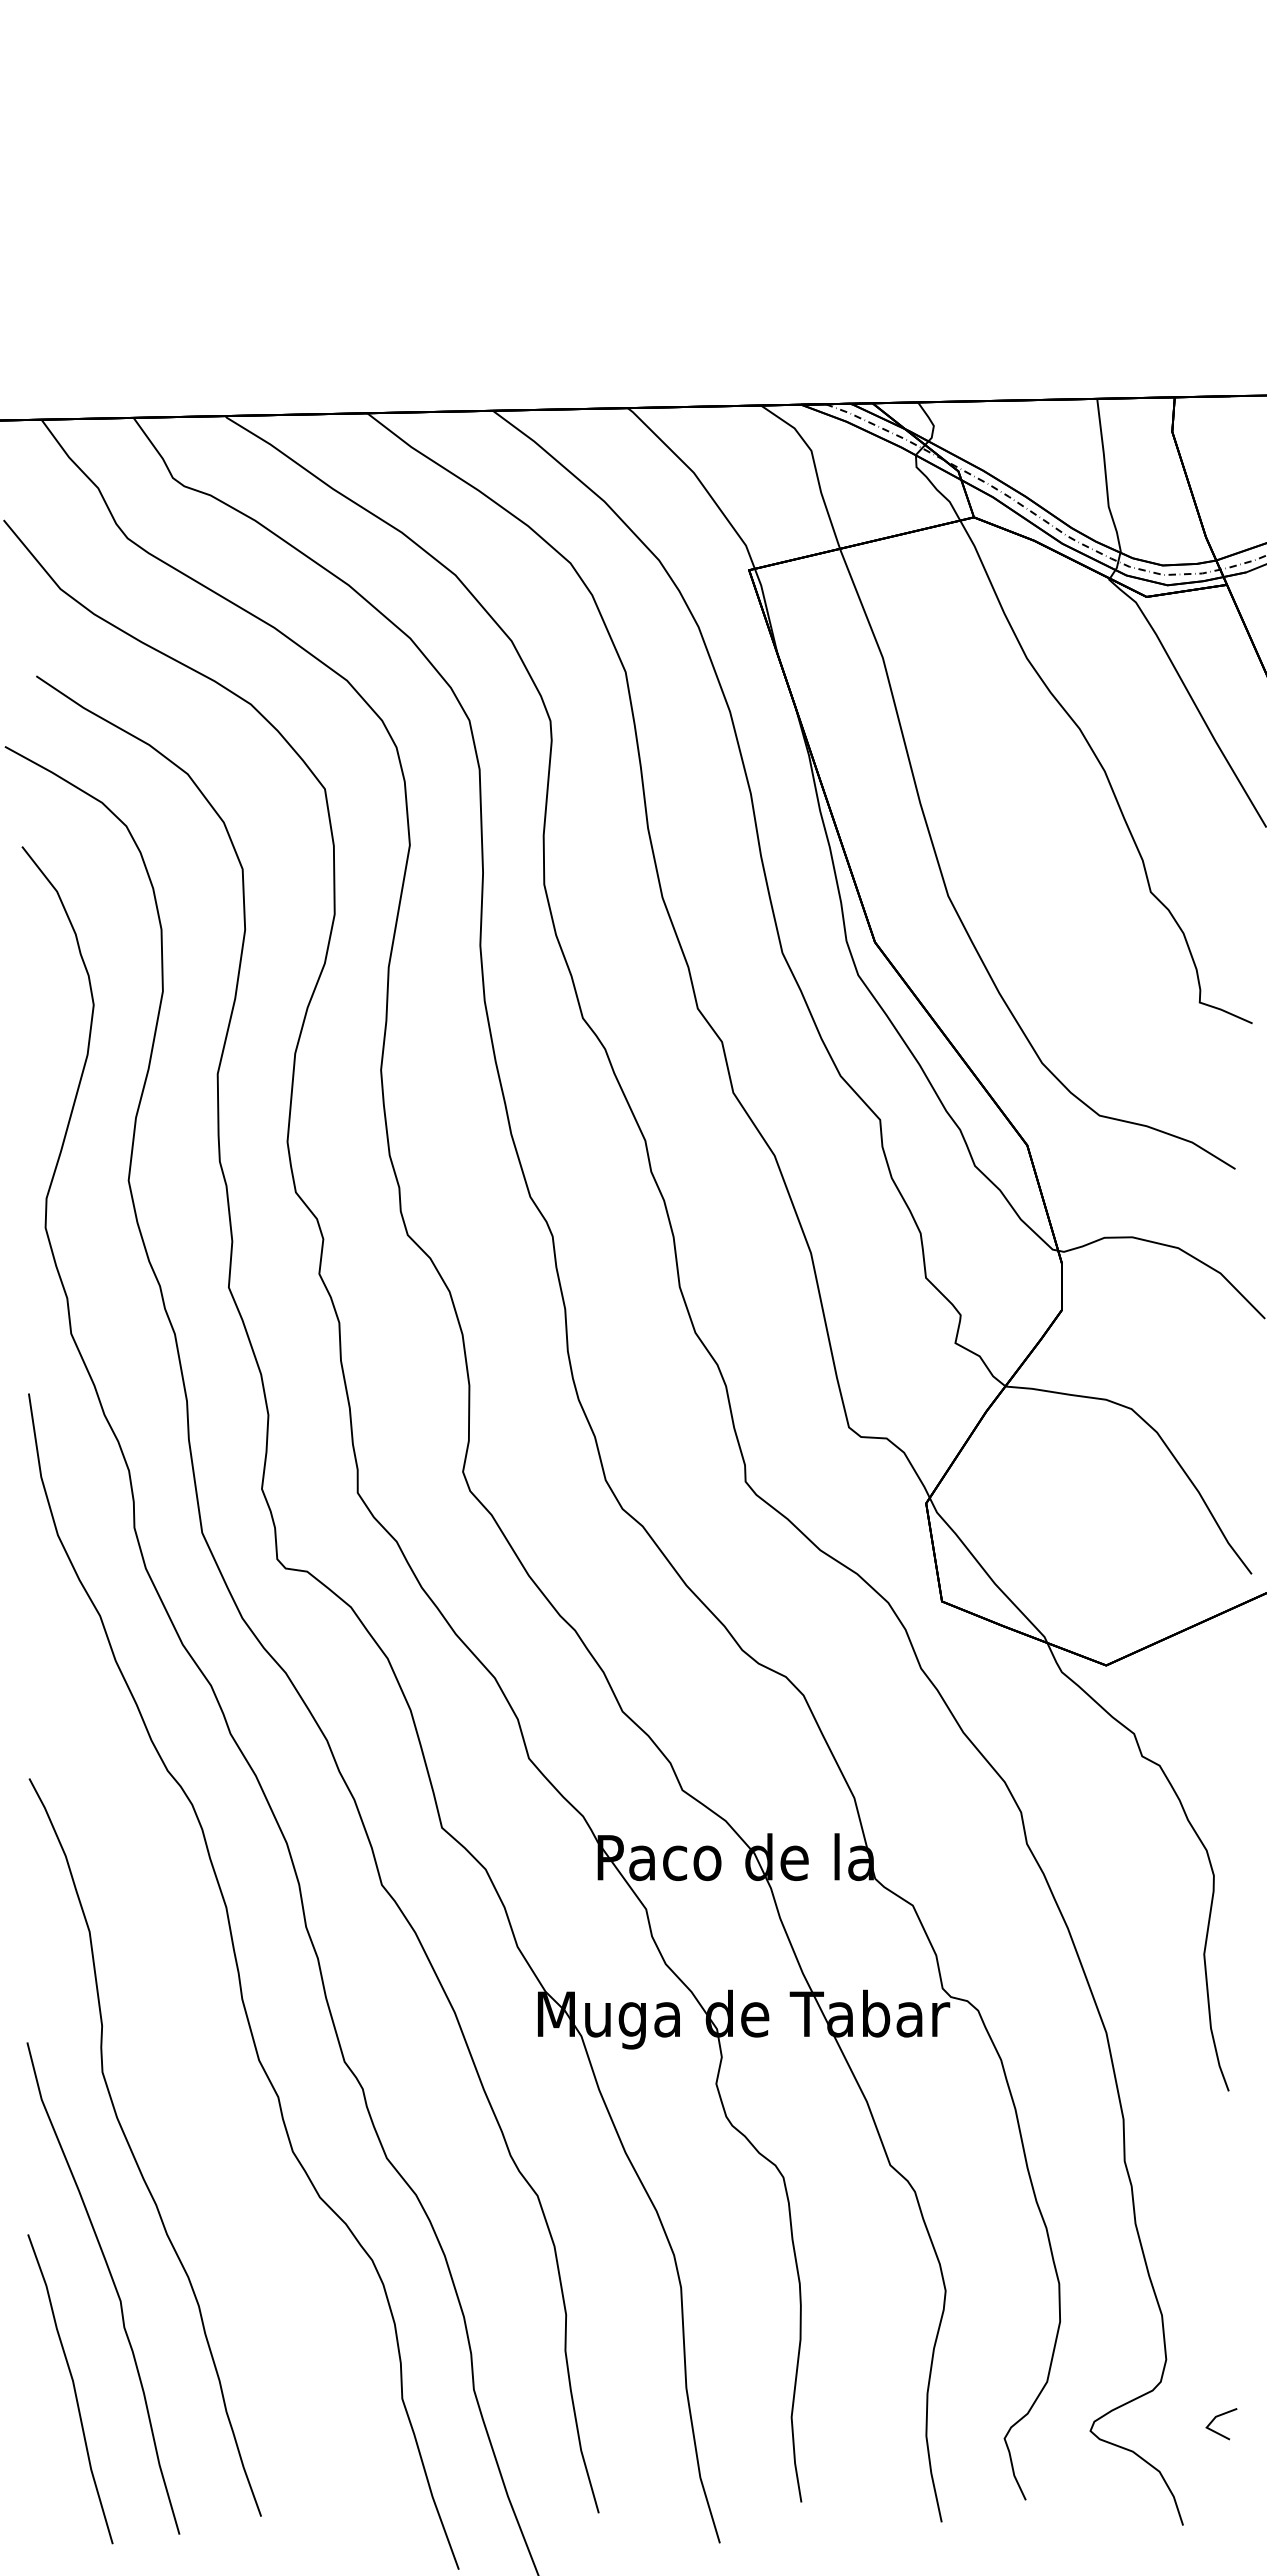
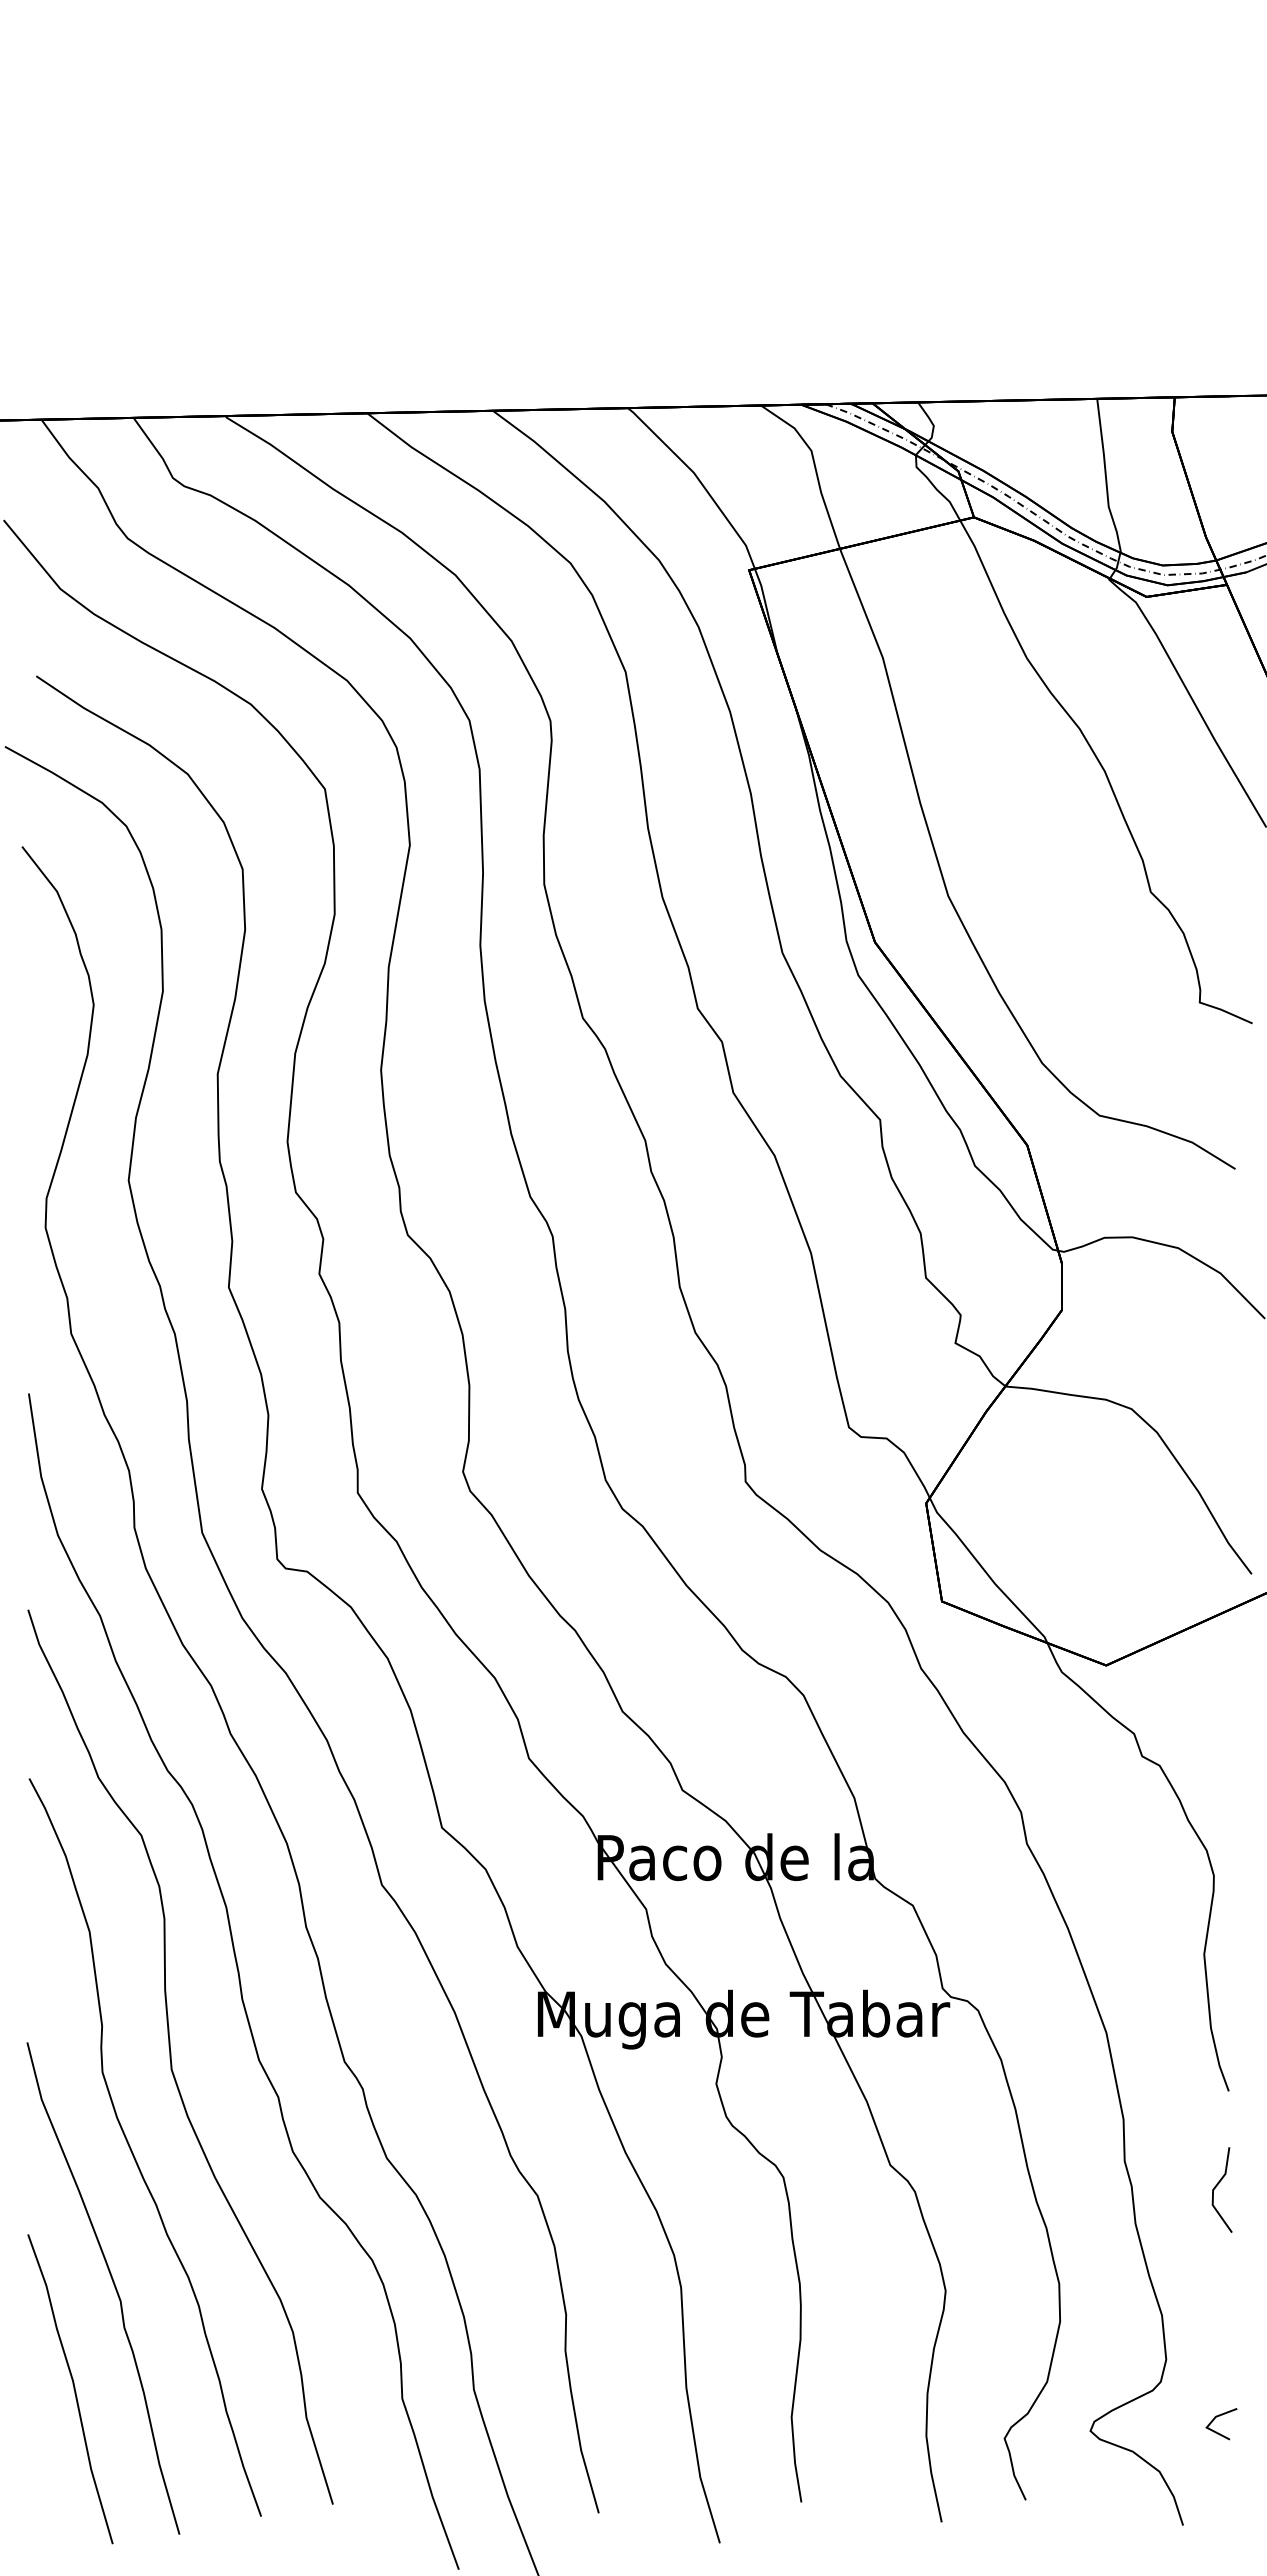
curve at (171, 2056): none -> present
line at (1217, 2186): none -> present
